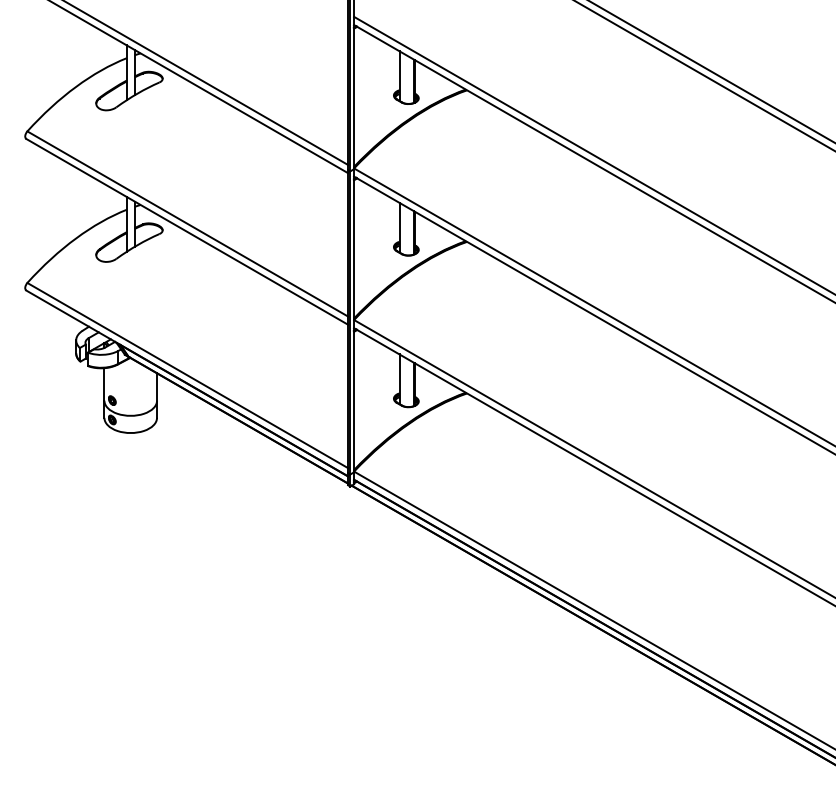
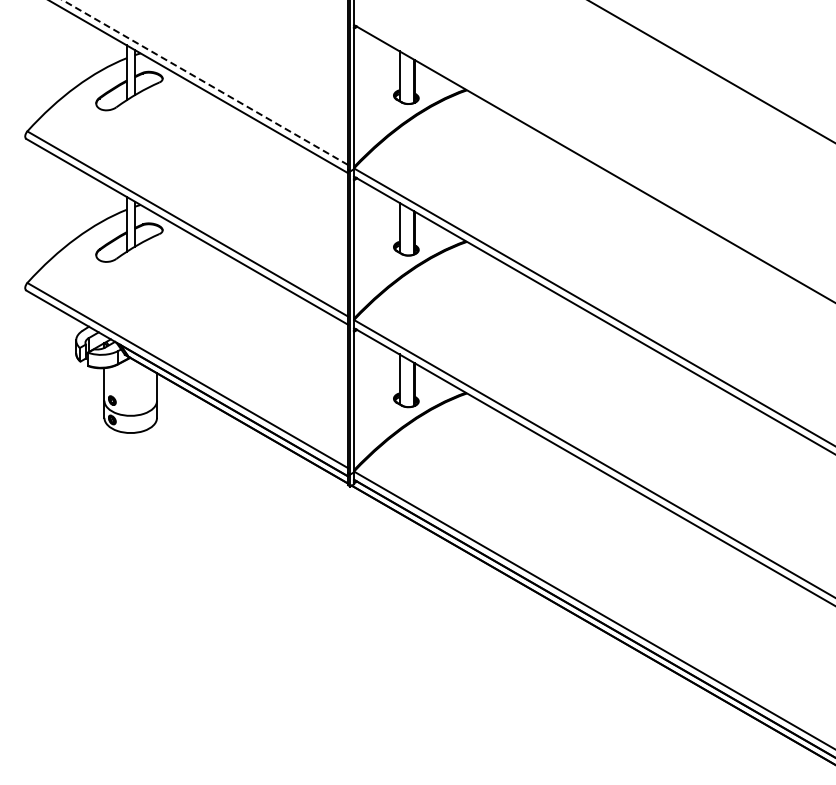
line at (704, 75): present -> none
line at (205, 82): solid -> dashed
line at (593, 154): present -> none
